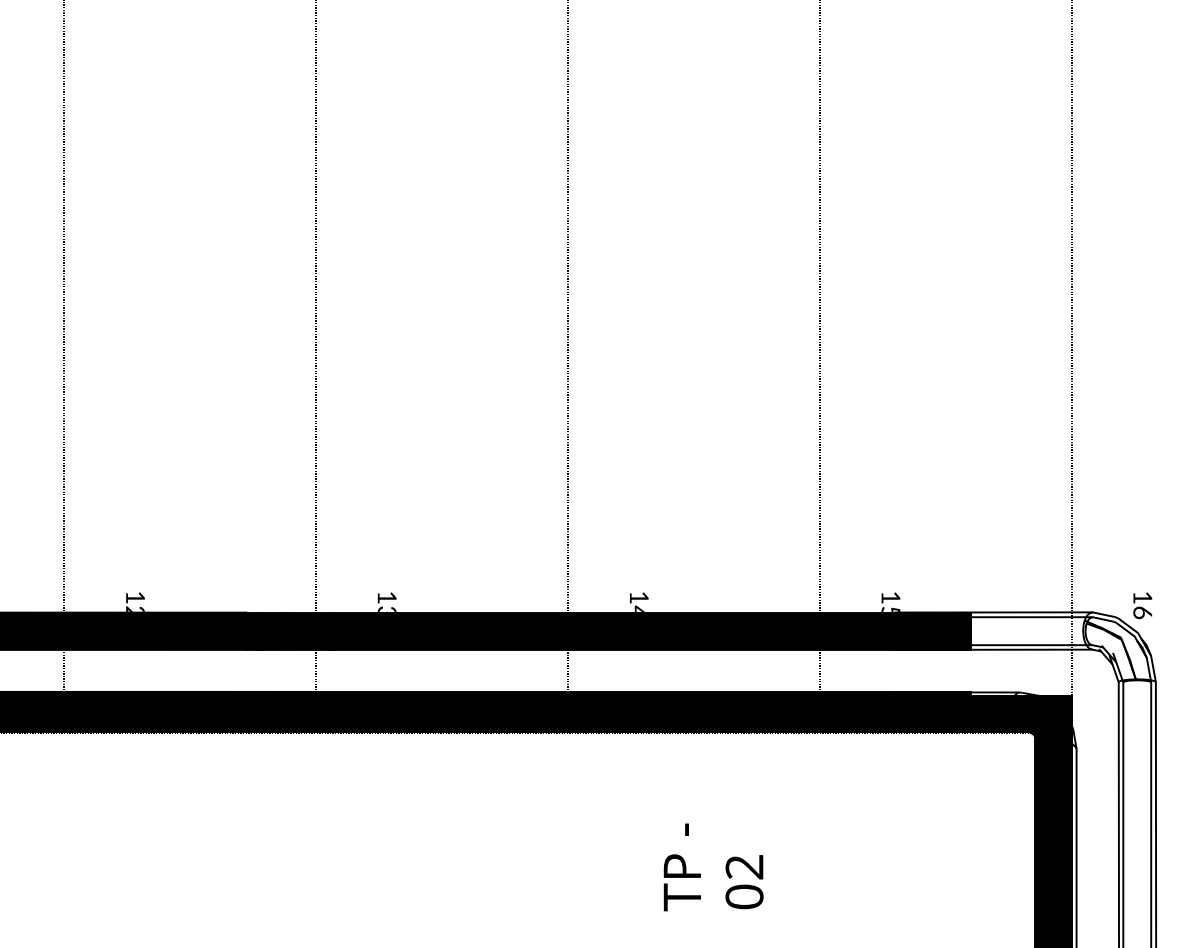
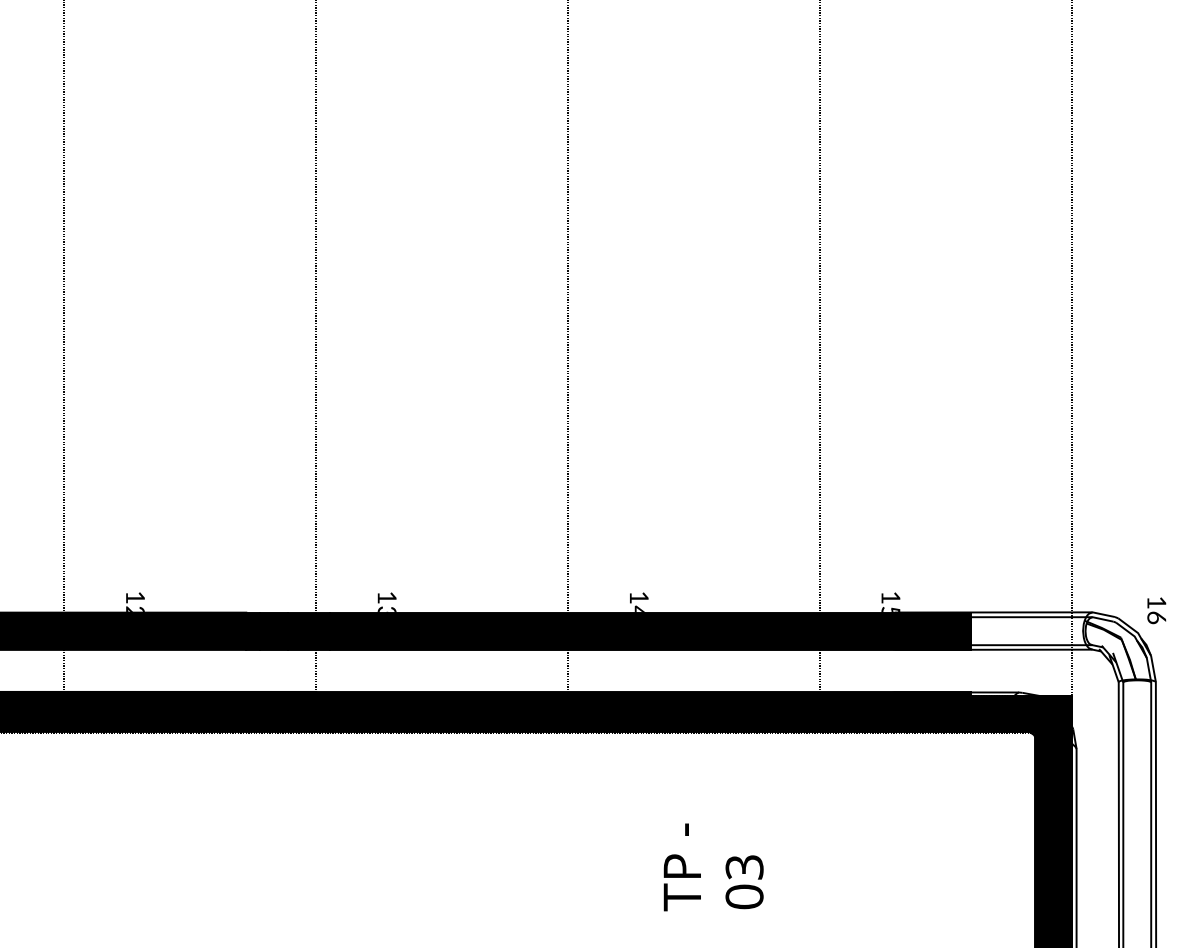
text at (1142, 605) position: (1142, 605) -> (1156, 610)
text at (744, 867): 02 -> 03
